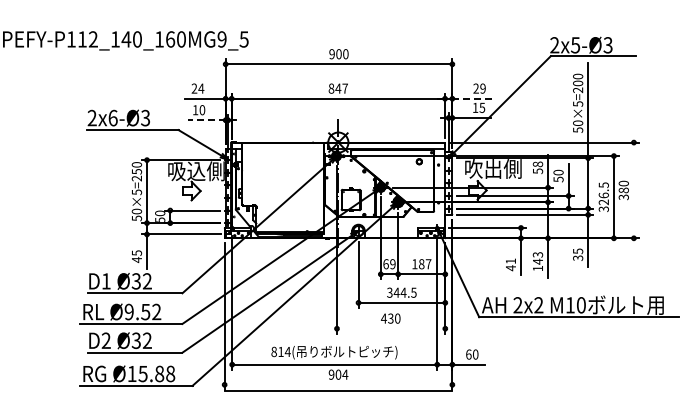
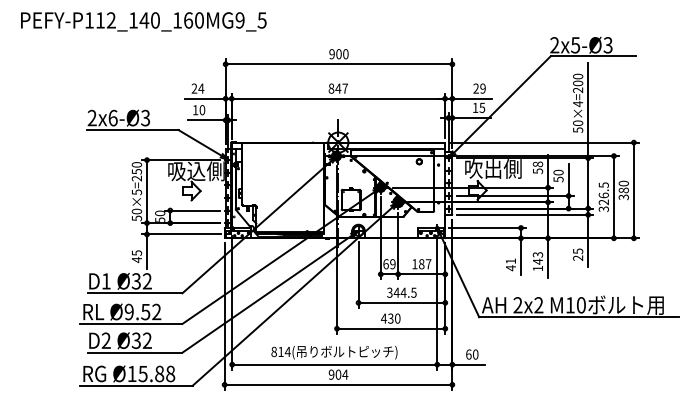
text at (125, 40) position: (125, 40) -> (143, 21)
line at (472, 98): dashed -> solid
text at (578, 104): 50×5=200 -> 50×4=200
line at (206, 120): dashed -> solid
line at (633, 190): none -> present
text at (578, 257): 35 -> 25
line at (391, 328): none -> present
line at (338, 390) position: (338, 390) -> (338, 384)
